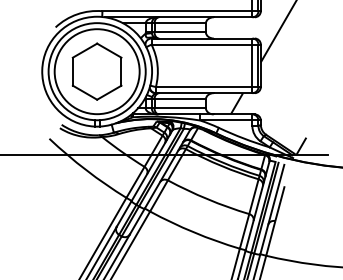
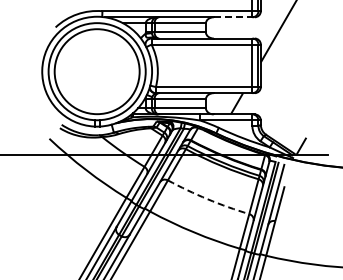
line at (234, 17): solid -> dashed
part at (96, 71): present -> none
arc at (207, 199): solid -> dashed
